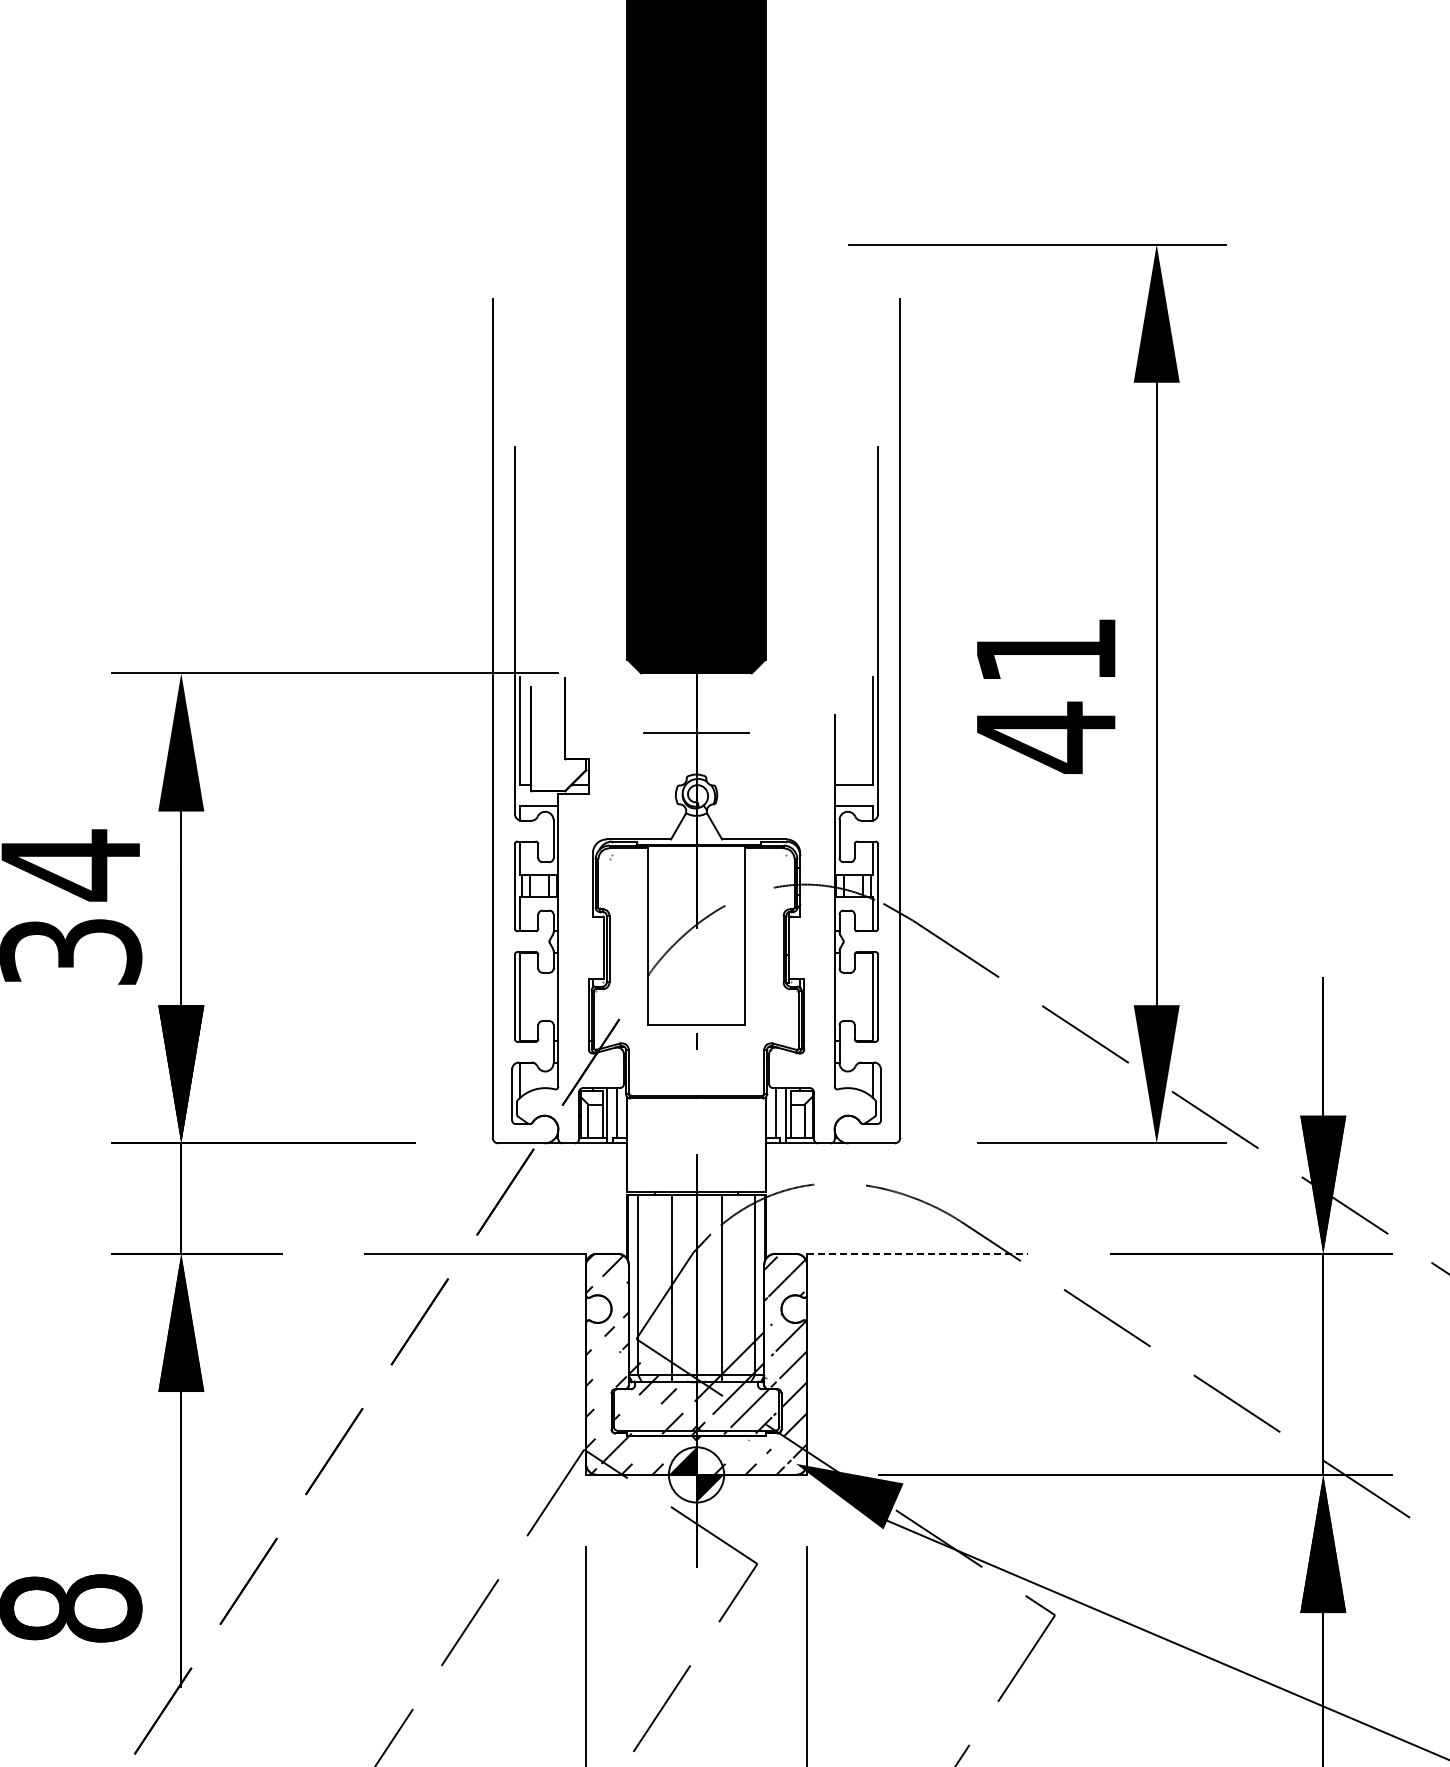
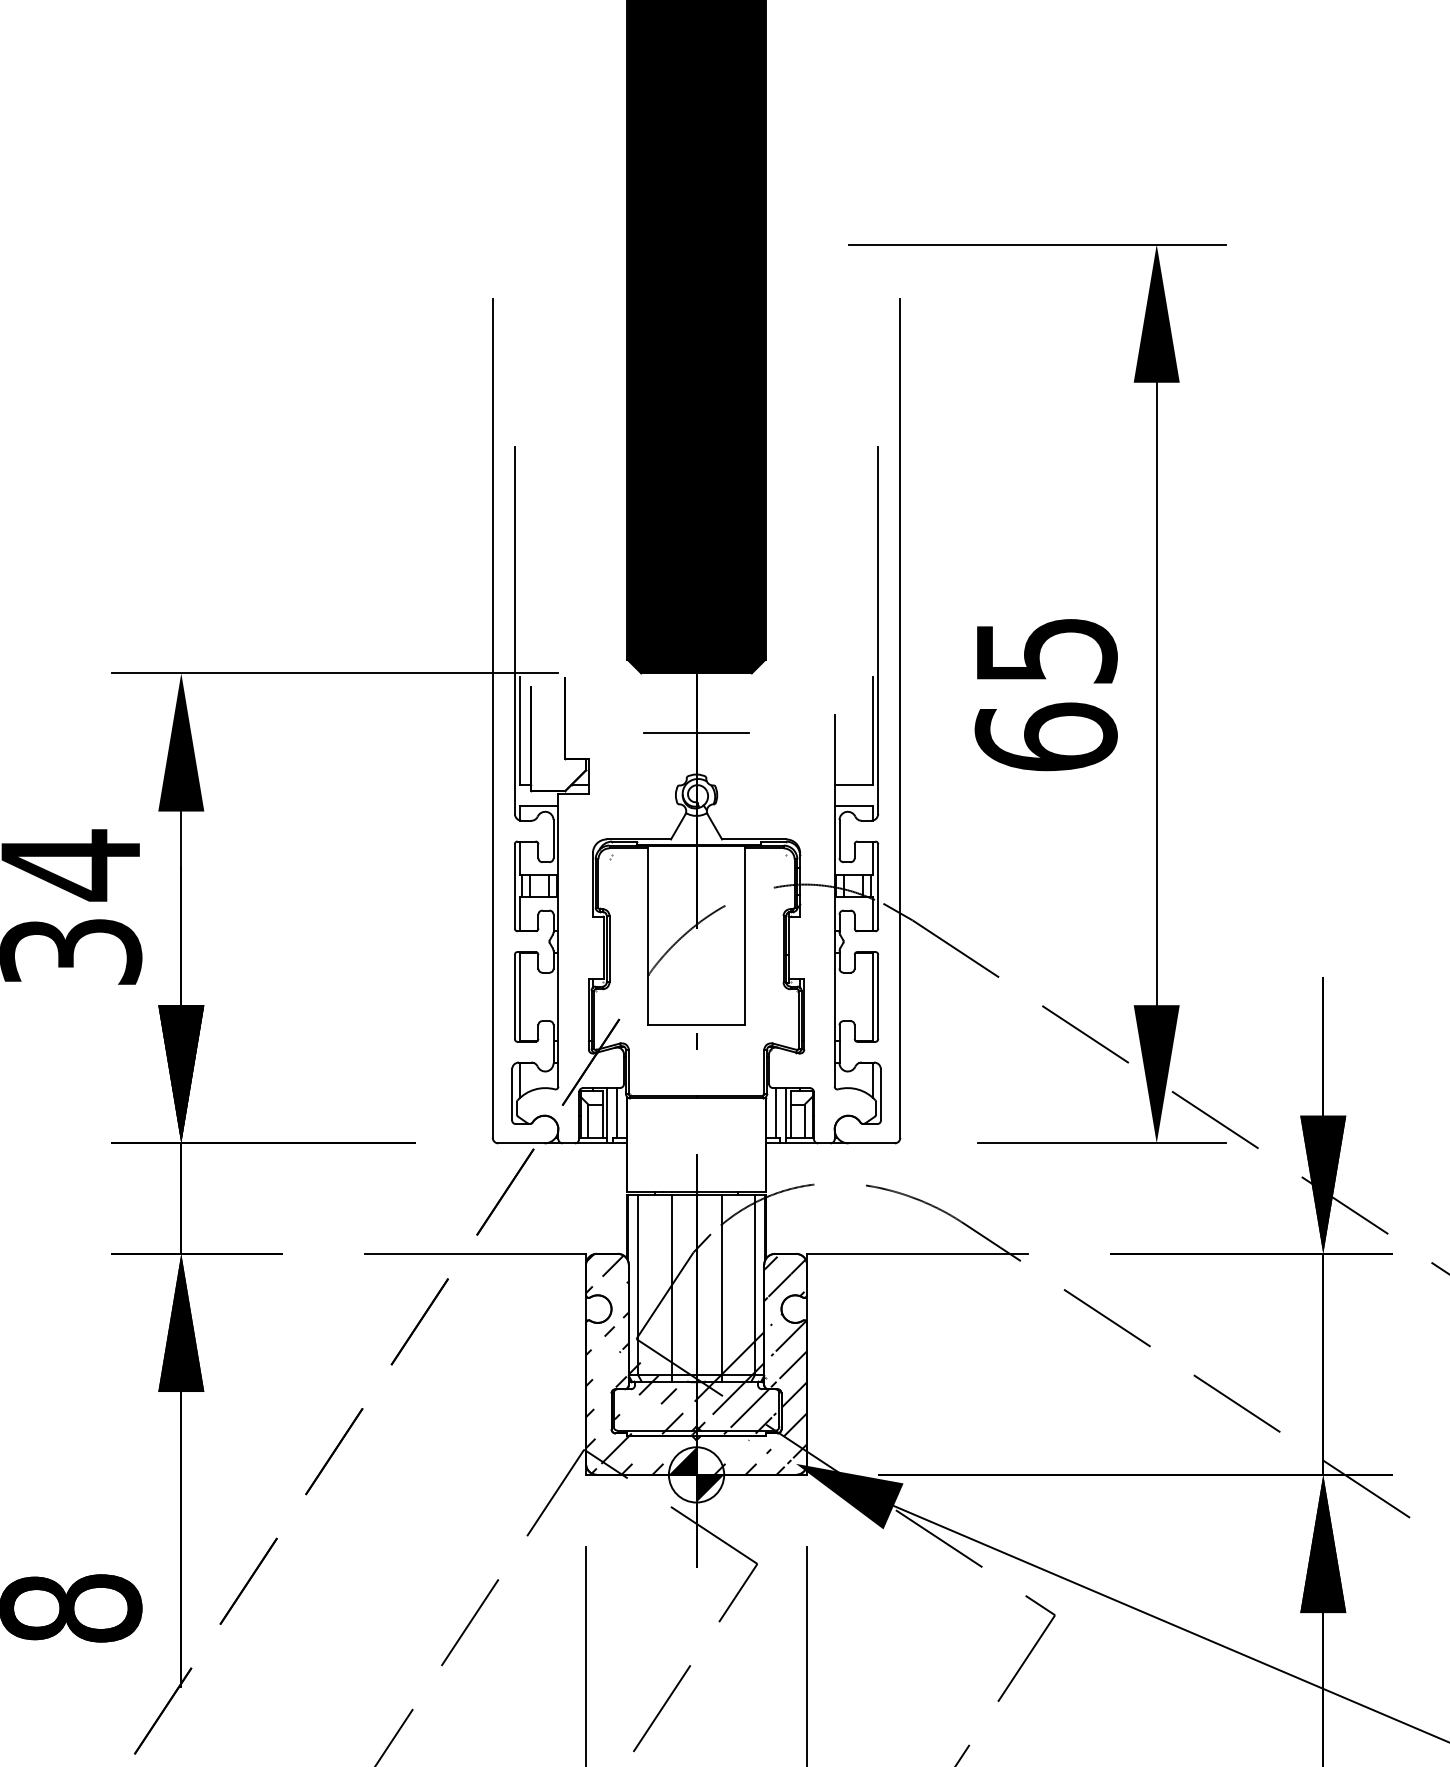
text at (1045, 696): 41 -> 65
line at (917, 1253): dashed -> solid
line at (1151, 1632) position: (1151, 1632) -> (1154, 1616)
